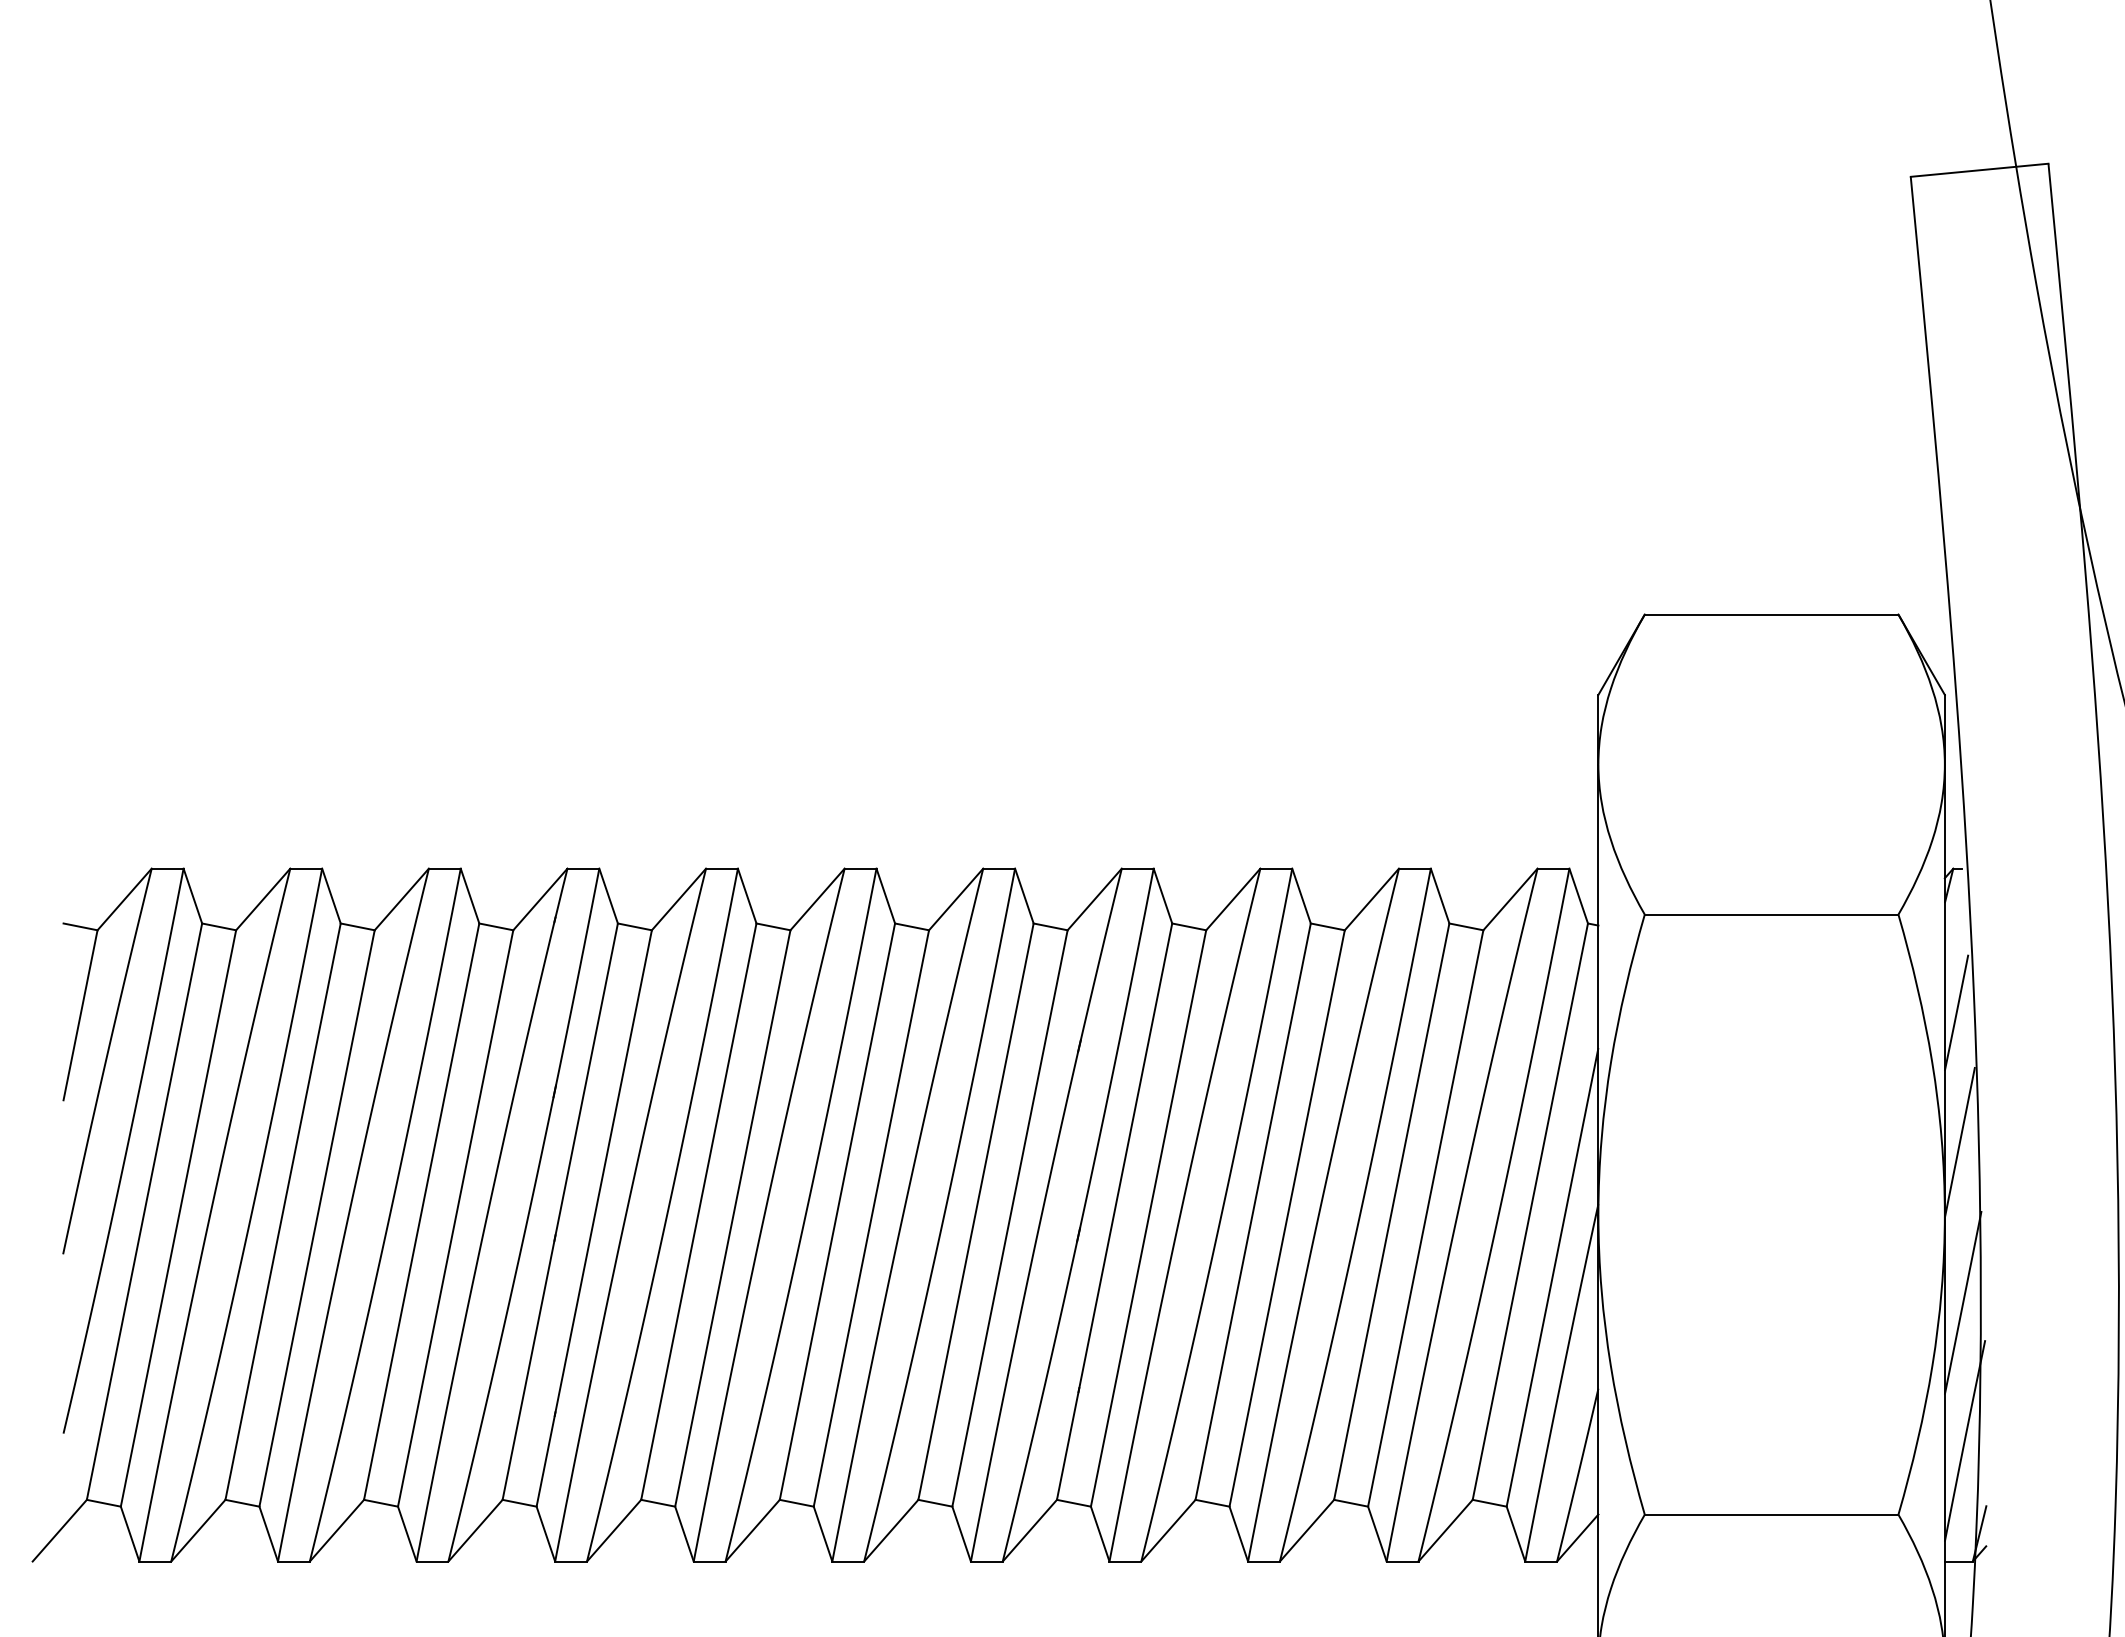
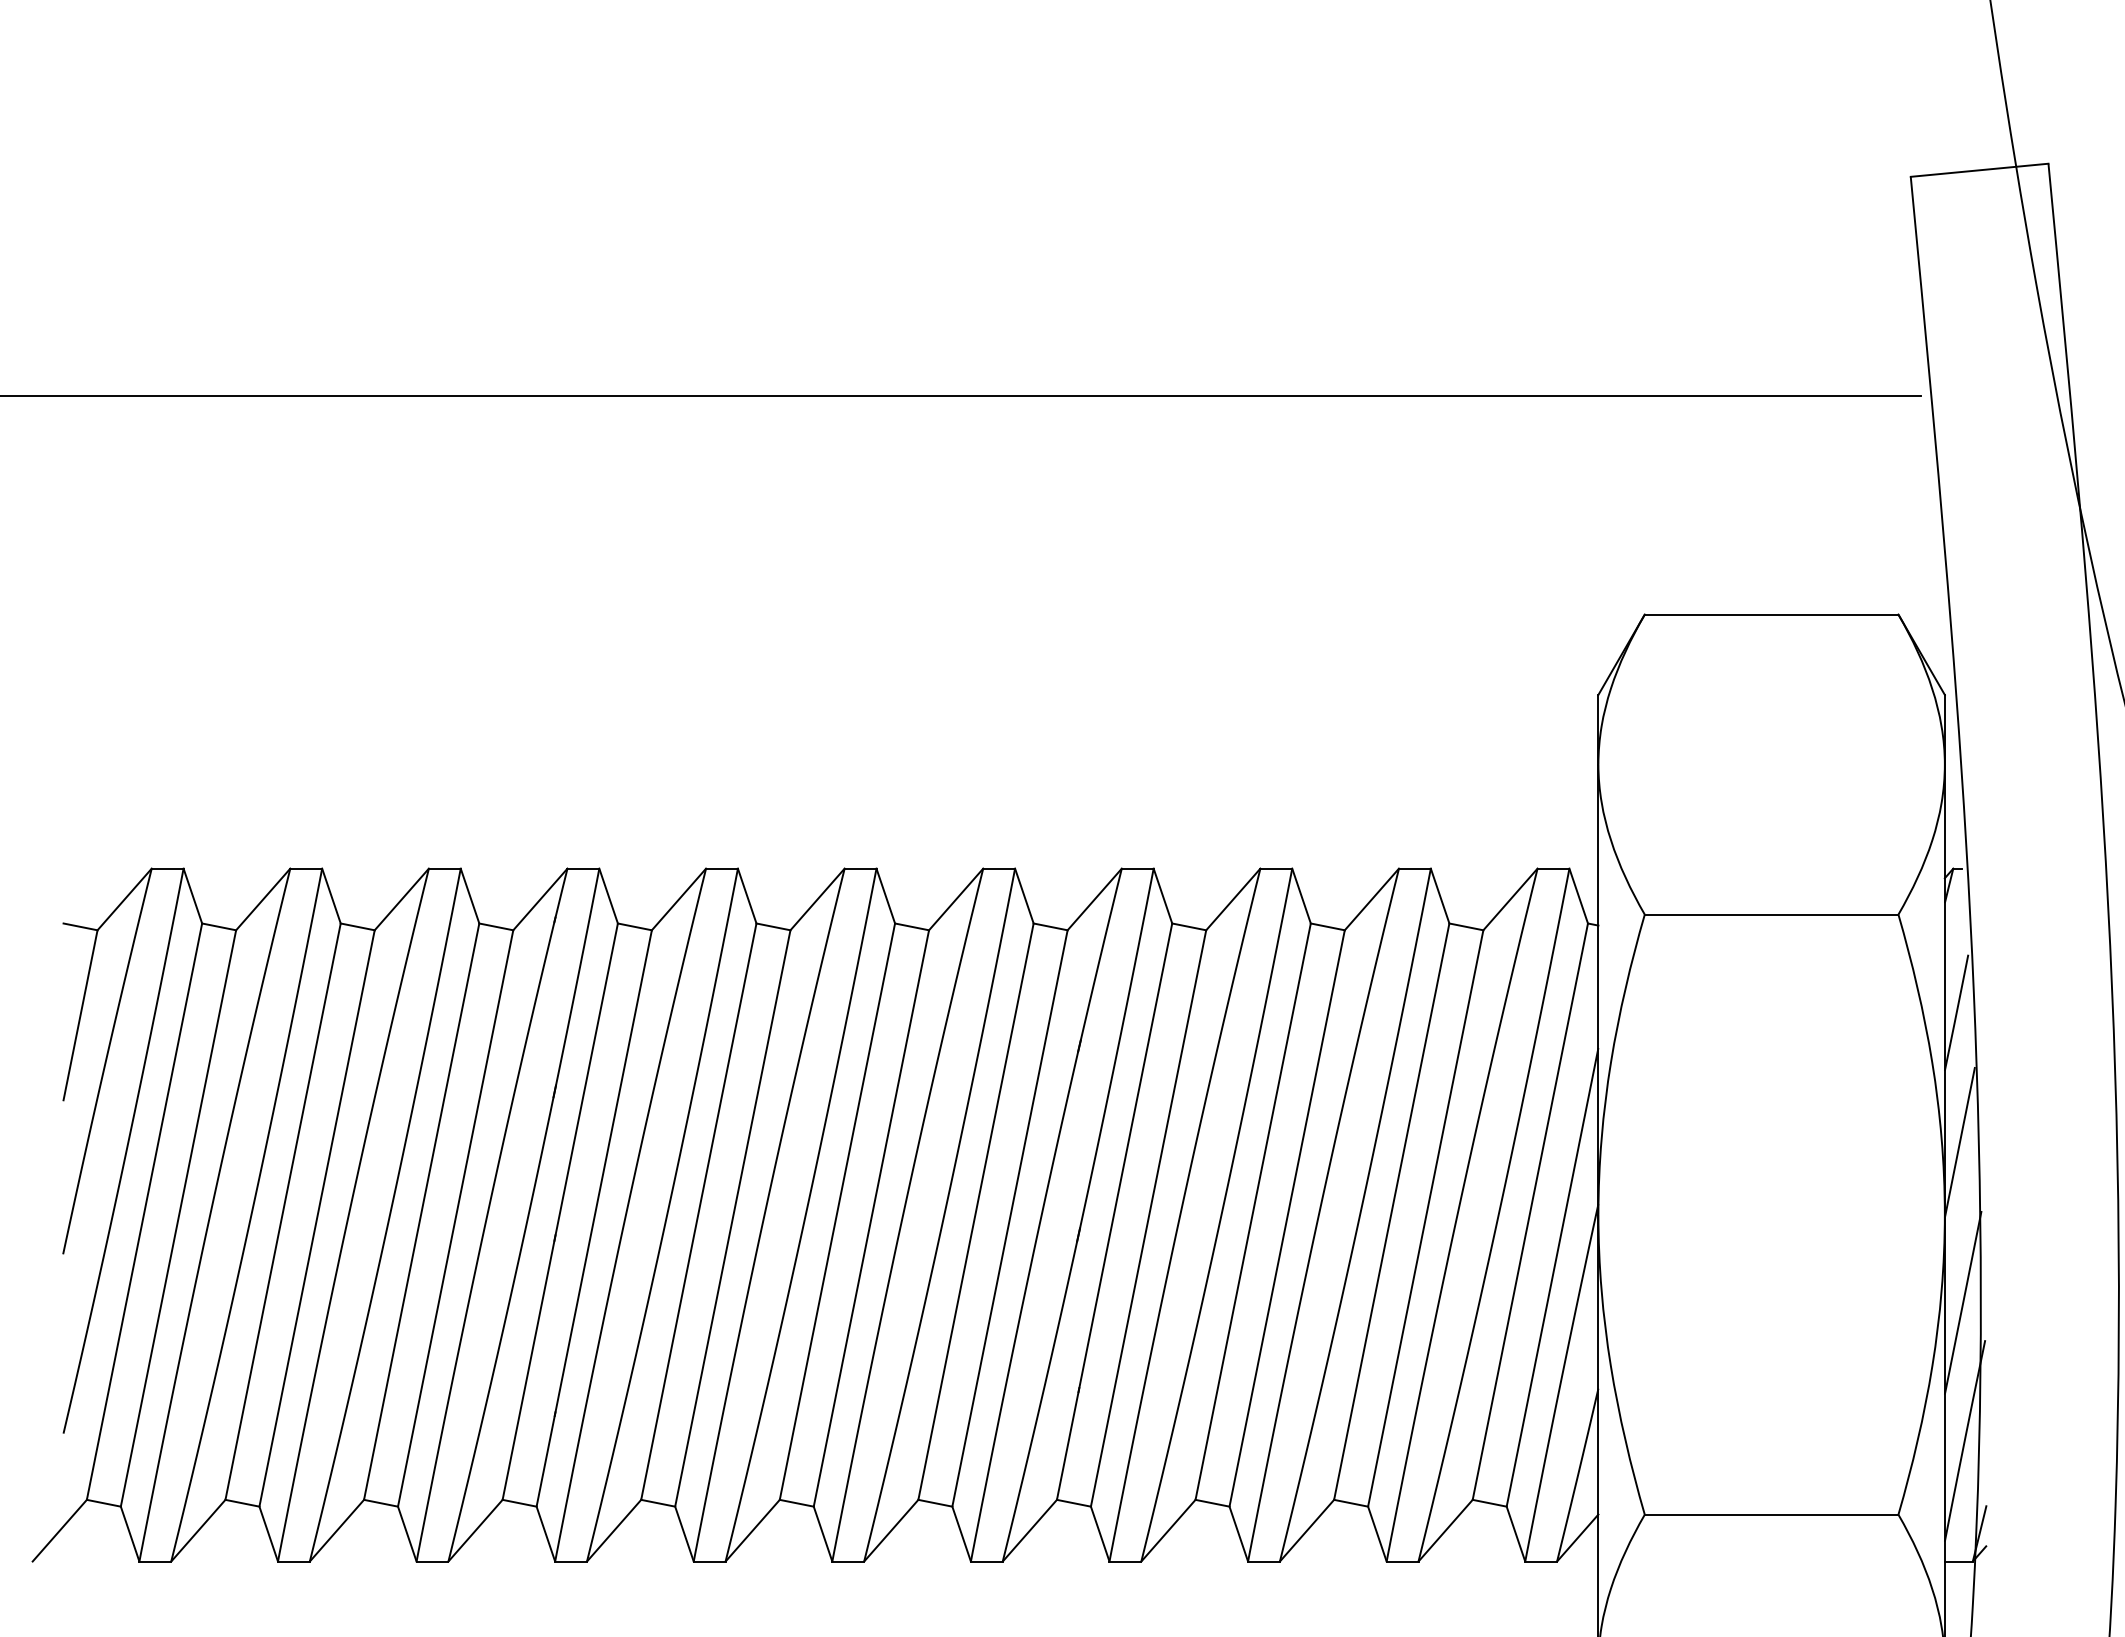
line at (961, 395): none -> present
